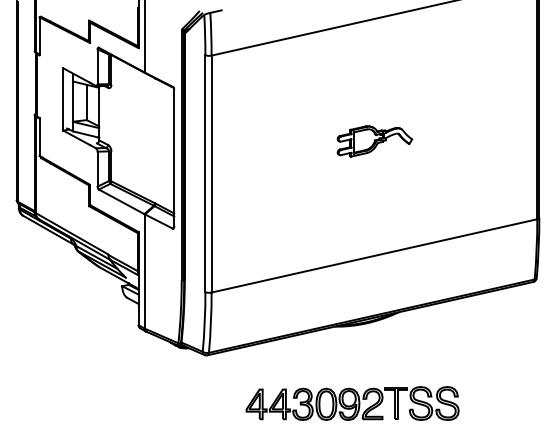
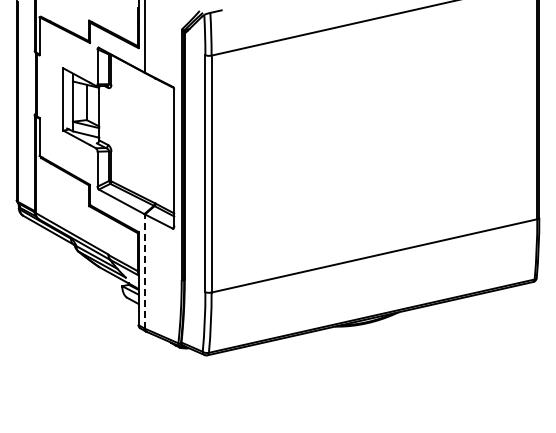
part at (374, 141): present -> none
line at (144, 270): solid -> dashed
part at (352, 403): present -> none
